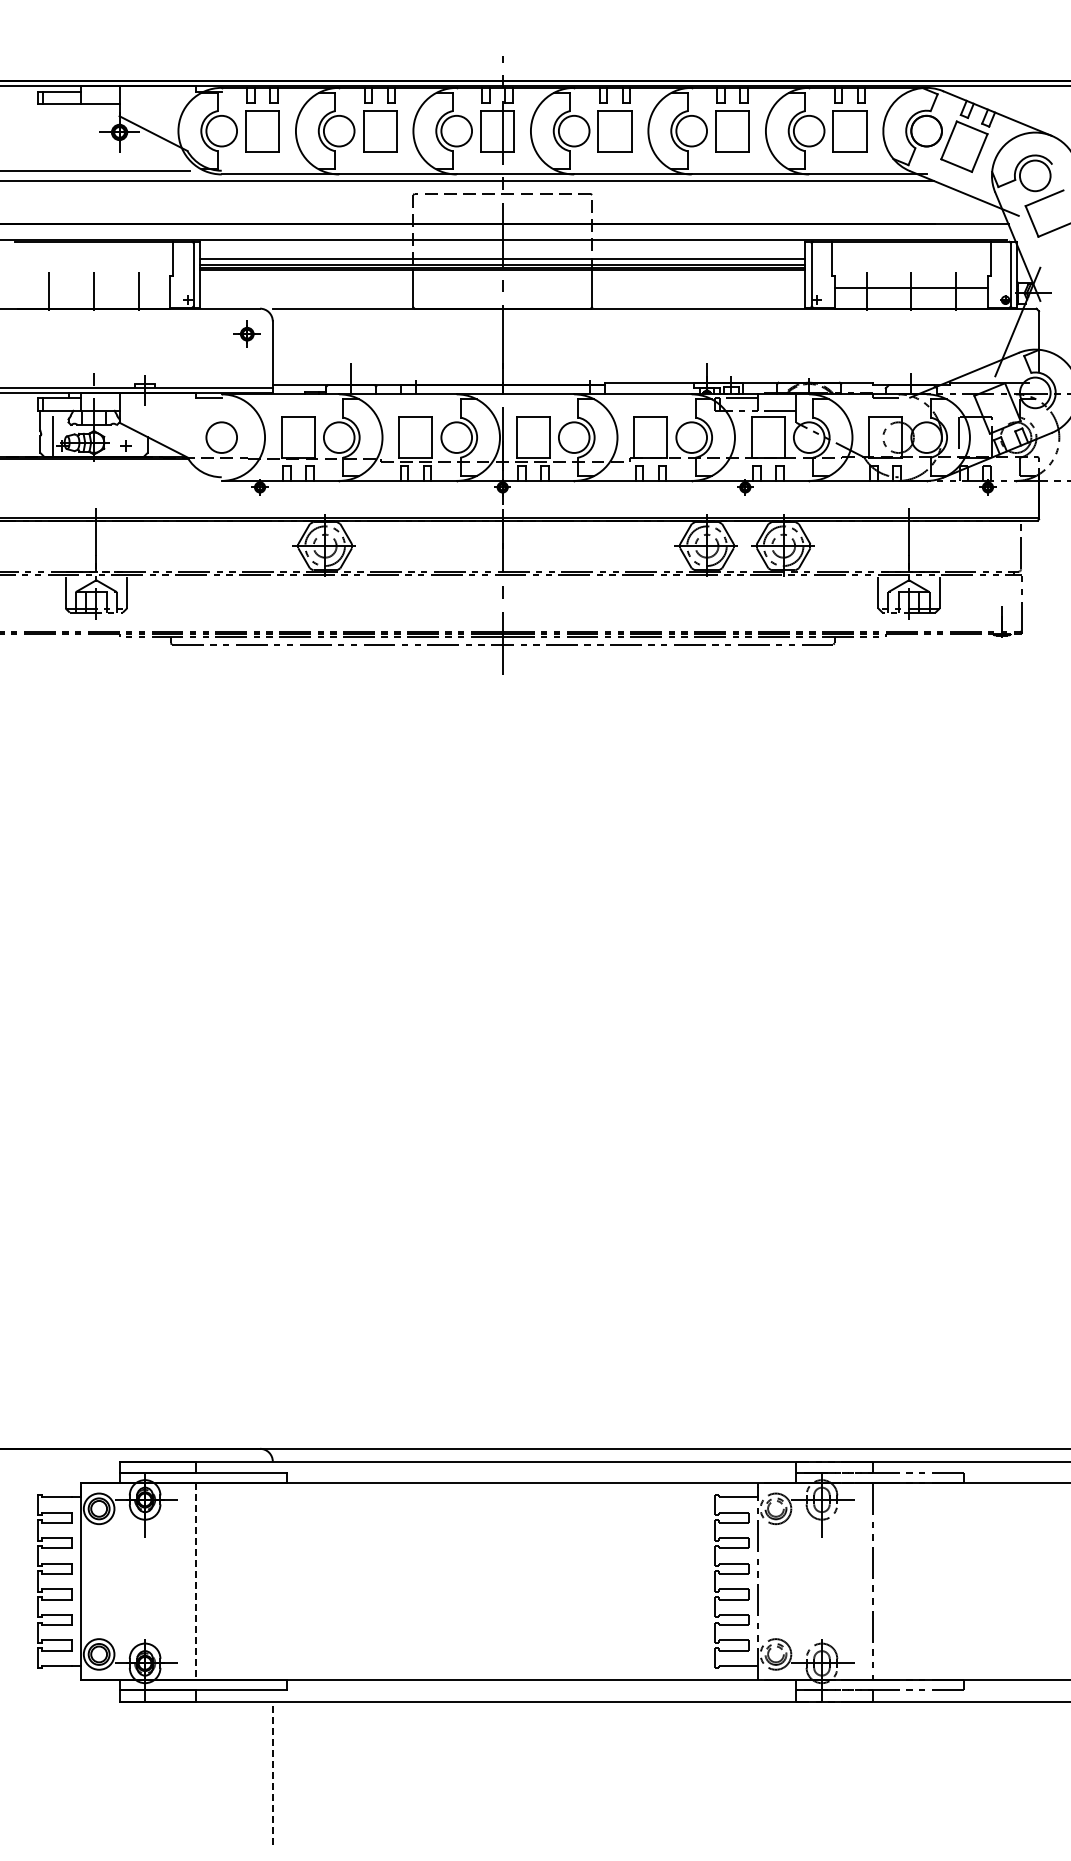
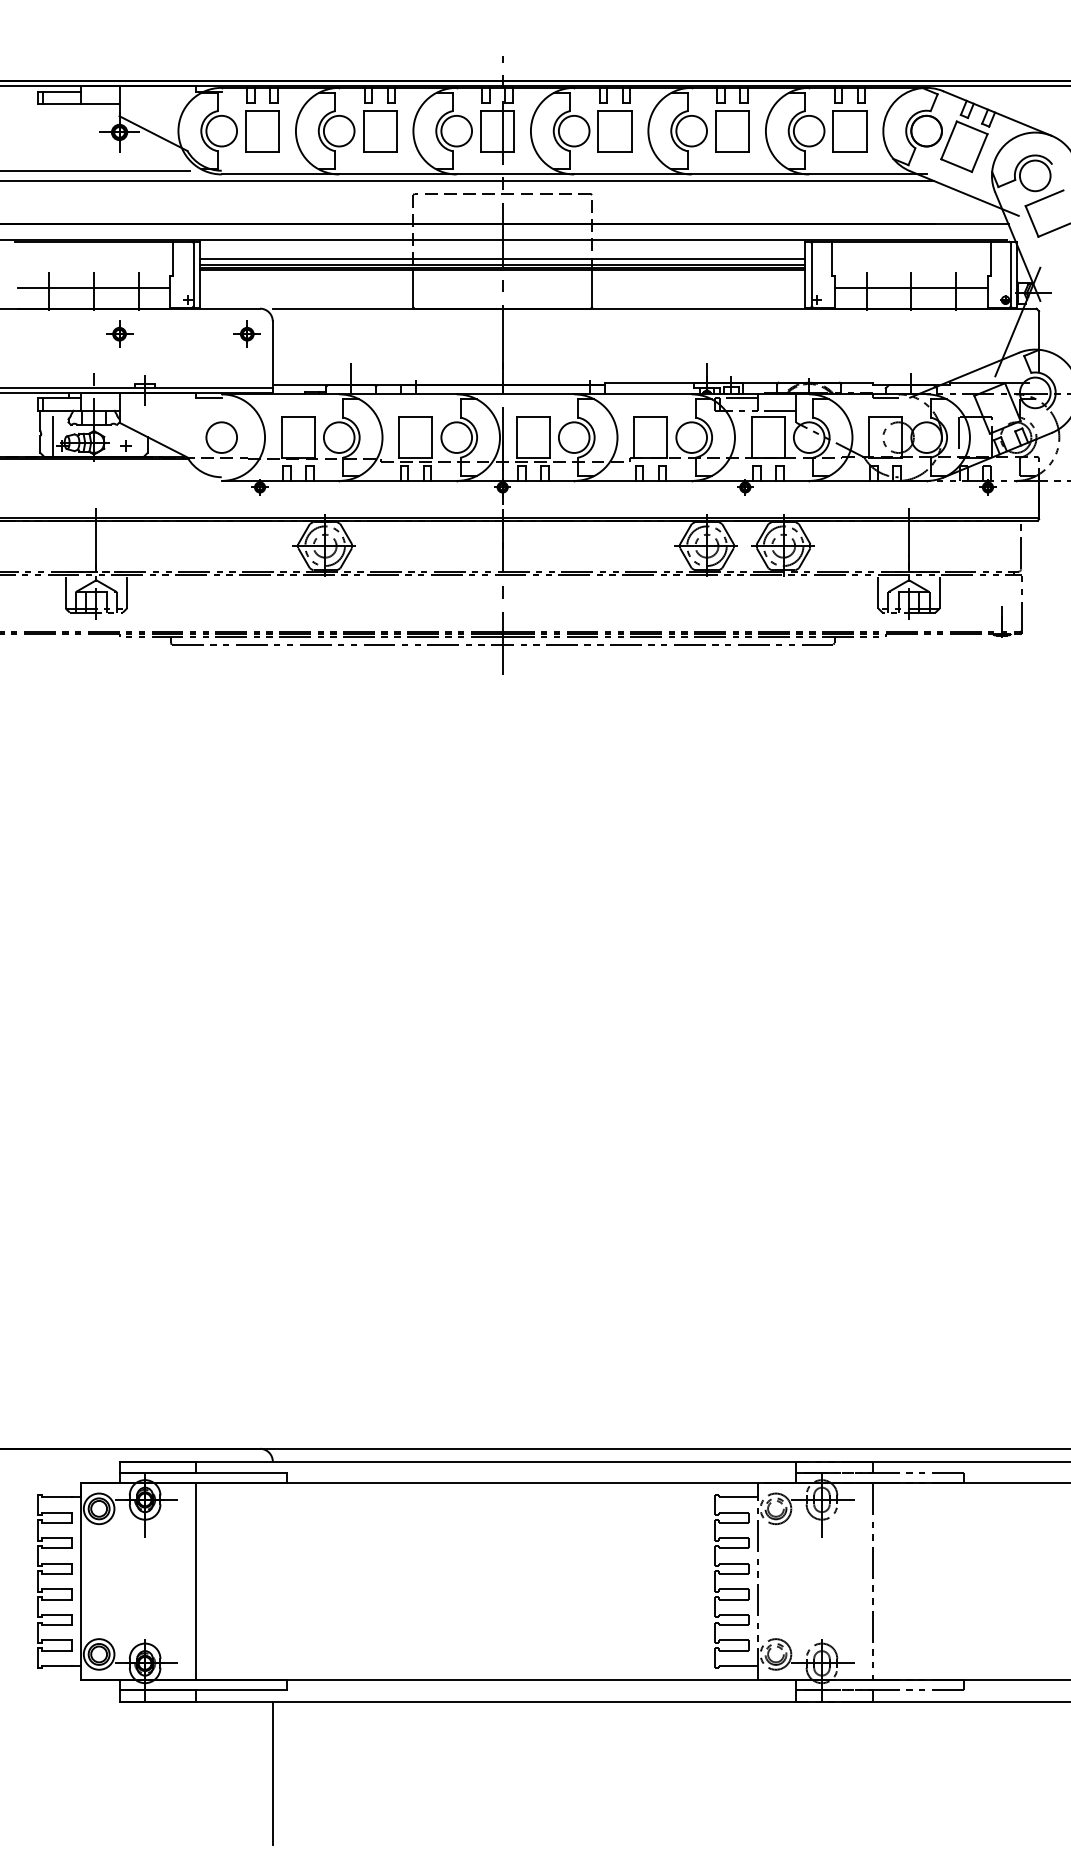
line at (93, 288): none -> present
part at (119, 333): none -> present
line at (196, 1582): dashed -> solid
line at (272, 1773): dashed -> solid
